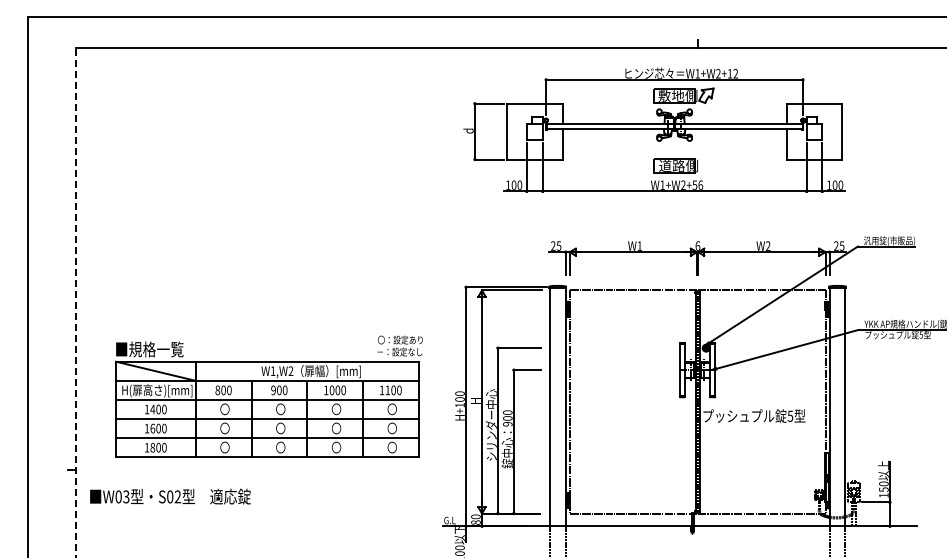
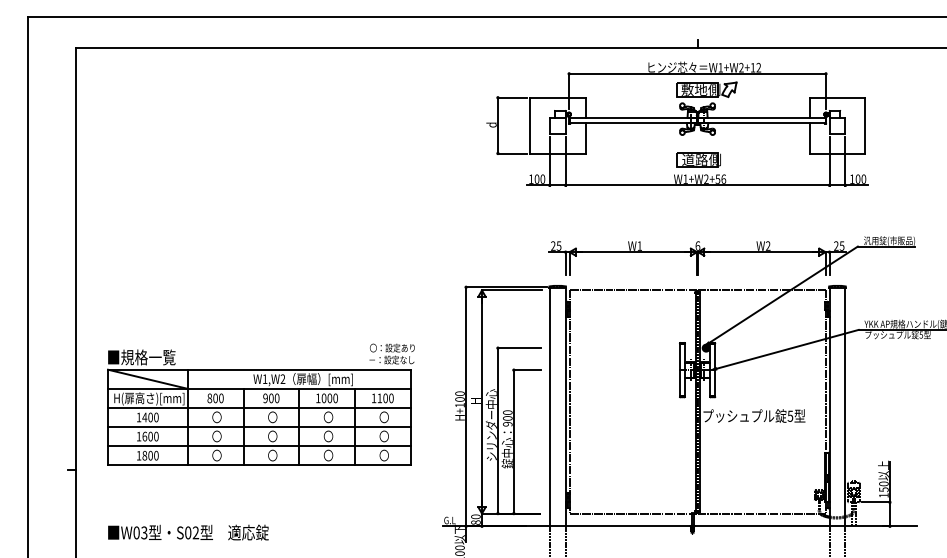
part at (654, 129) position: (654, 129) -> (677, 123)
line at (76, 302): dashed -> solid
part at (268, 396) position: (268, 396) -> (260, 404)
text at (170, 496) position: (170, 496) -> (188, 532)
